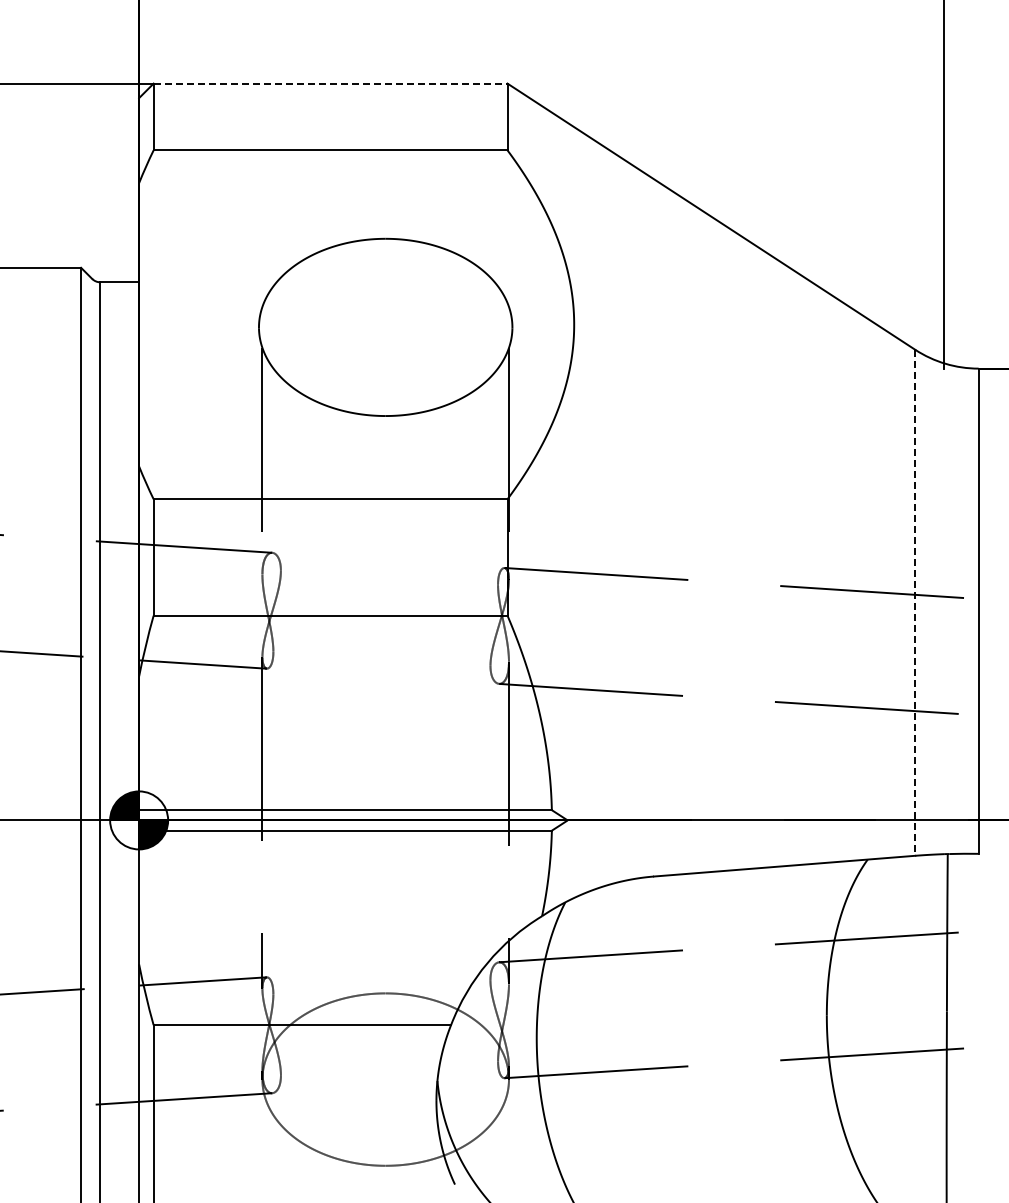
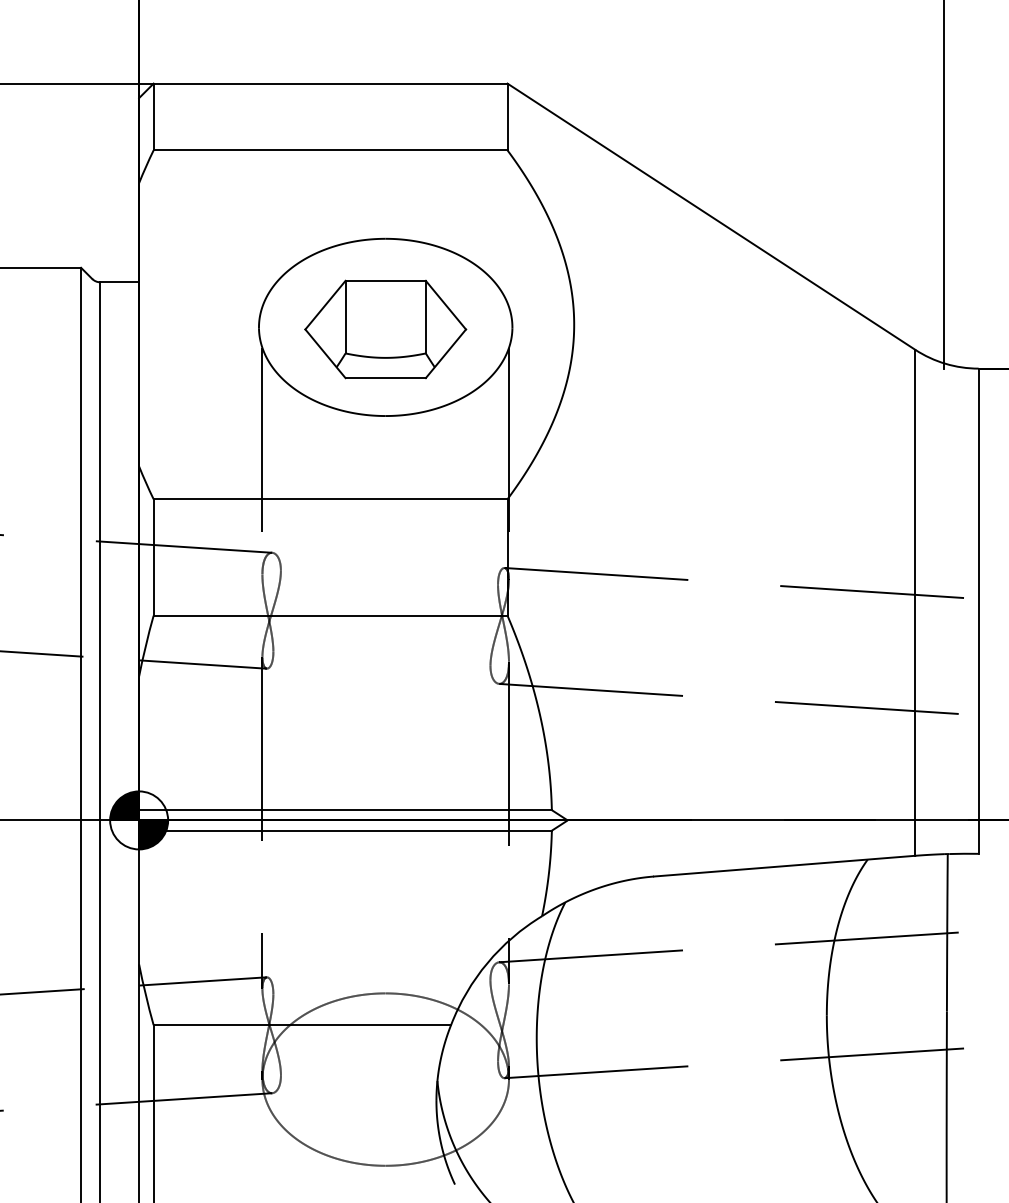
line at (330, 83): dashed -> solid
part at (385, 329): none -> present
line at (915, 603): dashed -> solid
